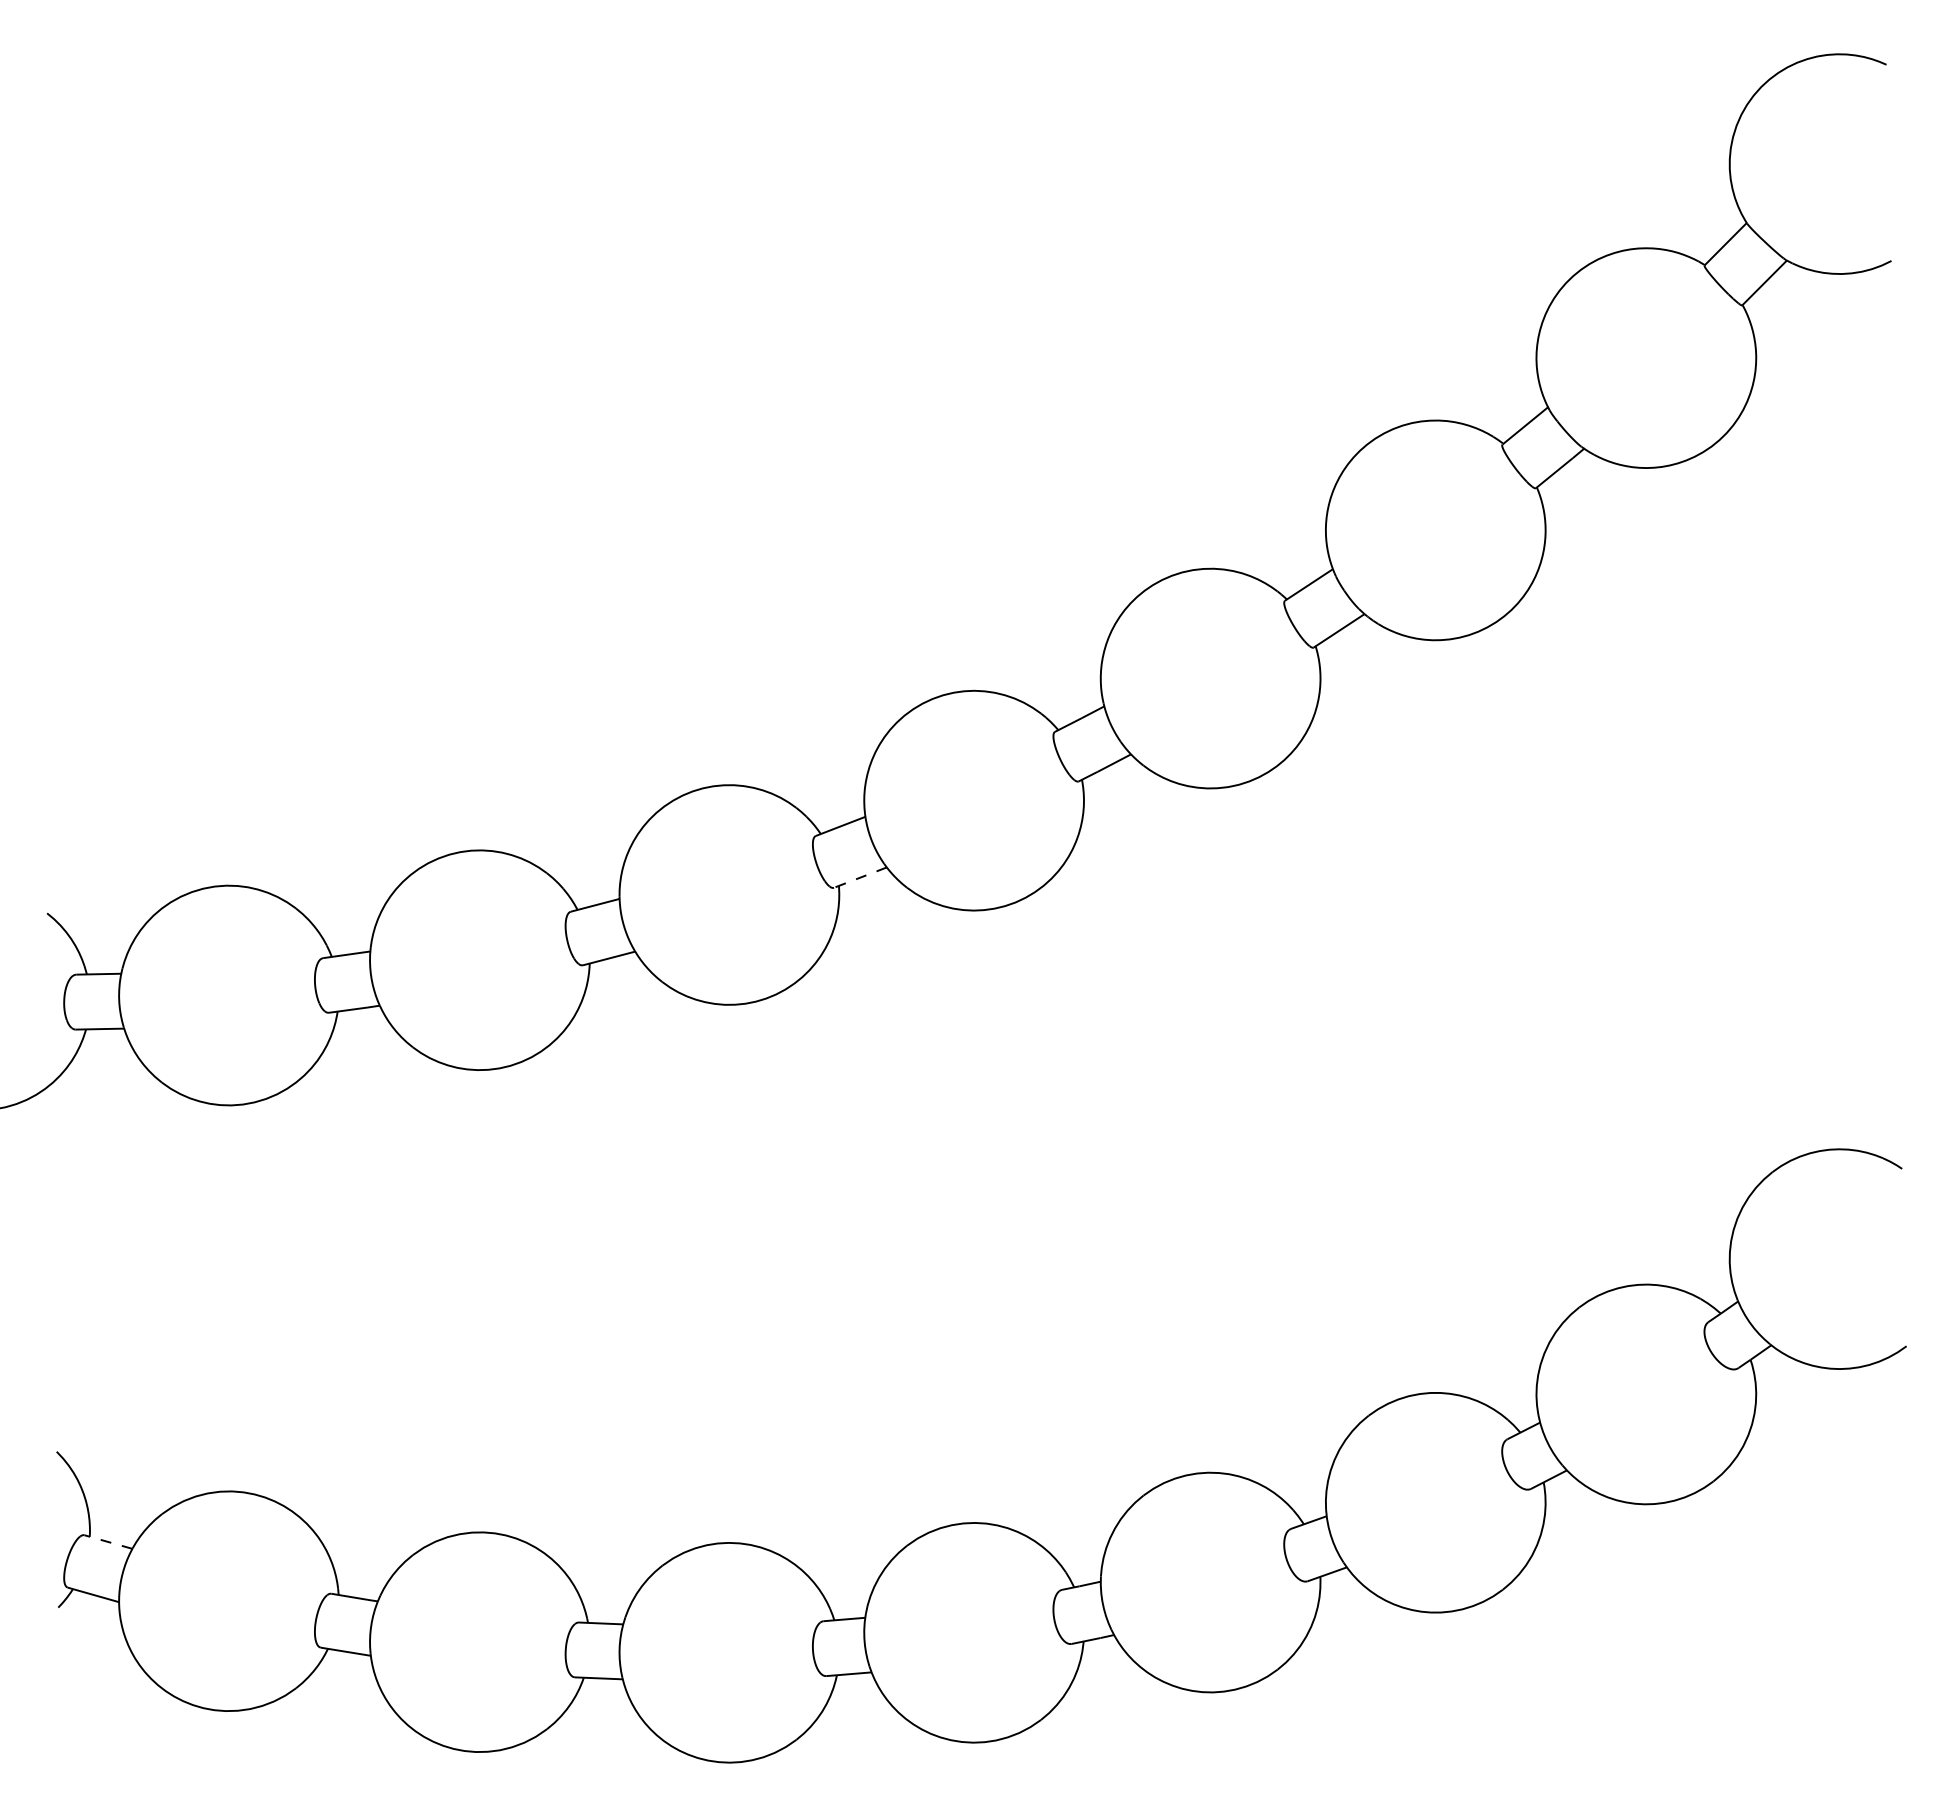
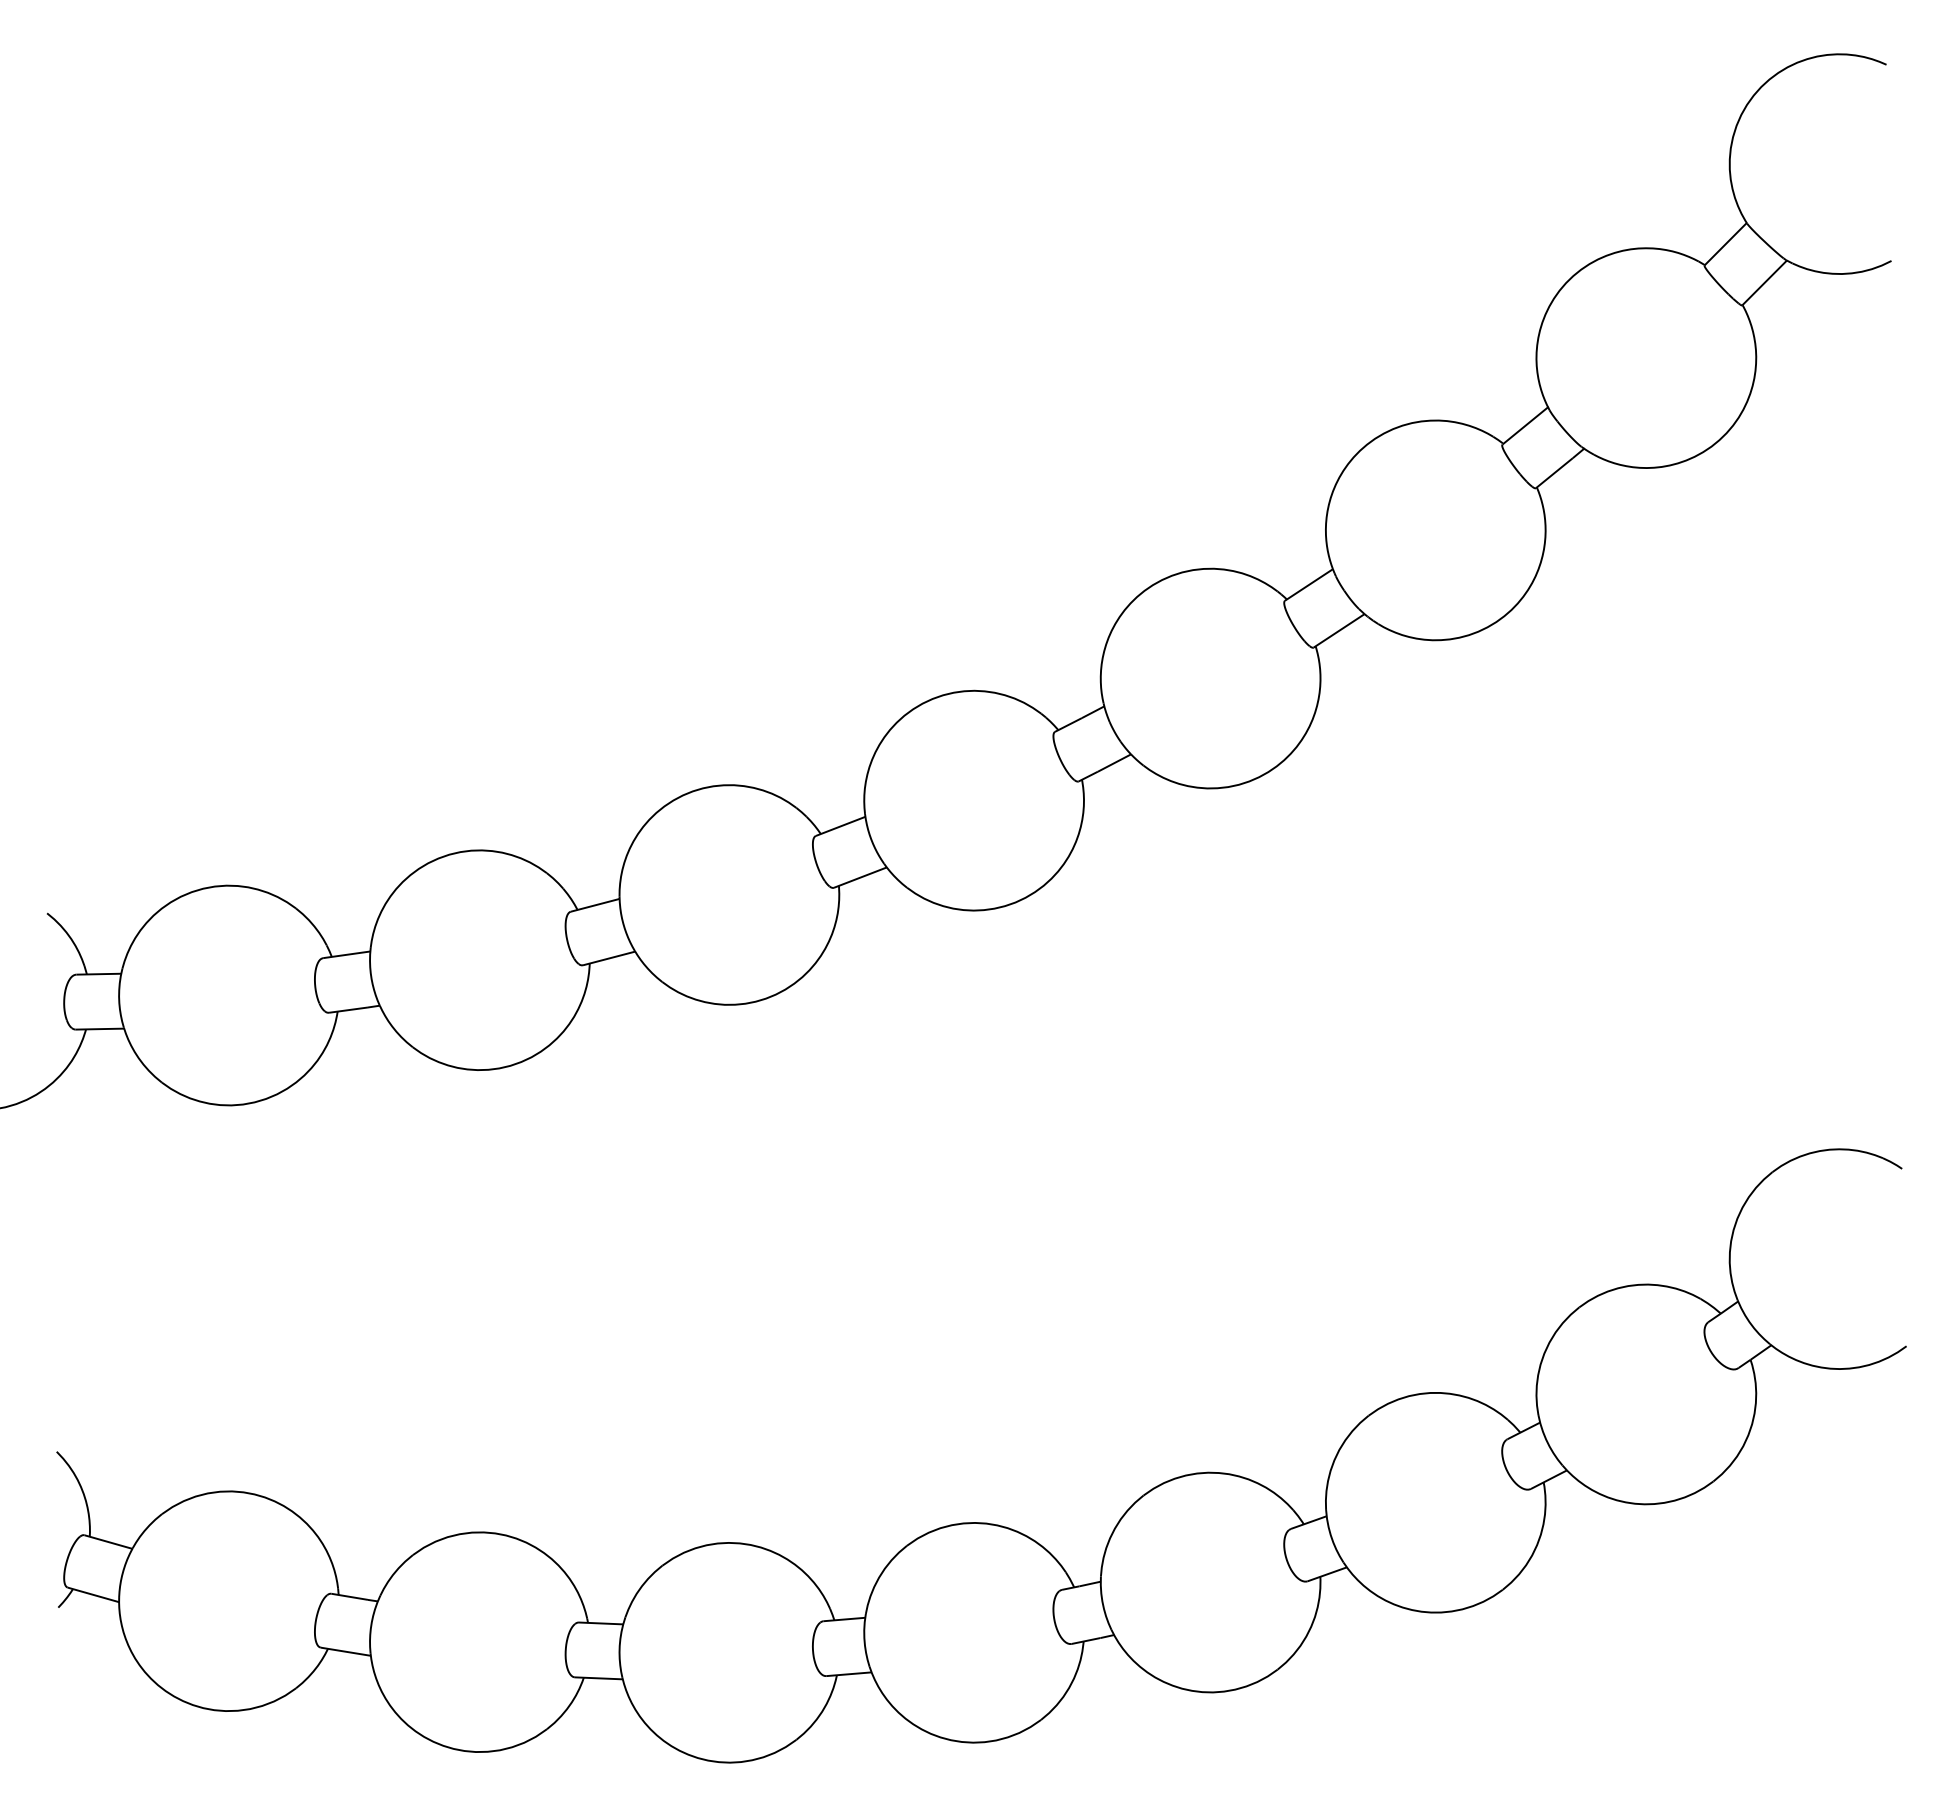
line at (859, 877): dashed -> solid
line at (108, 1542): dashed -> solid
